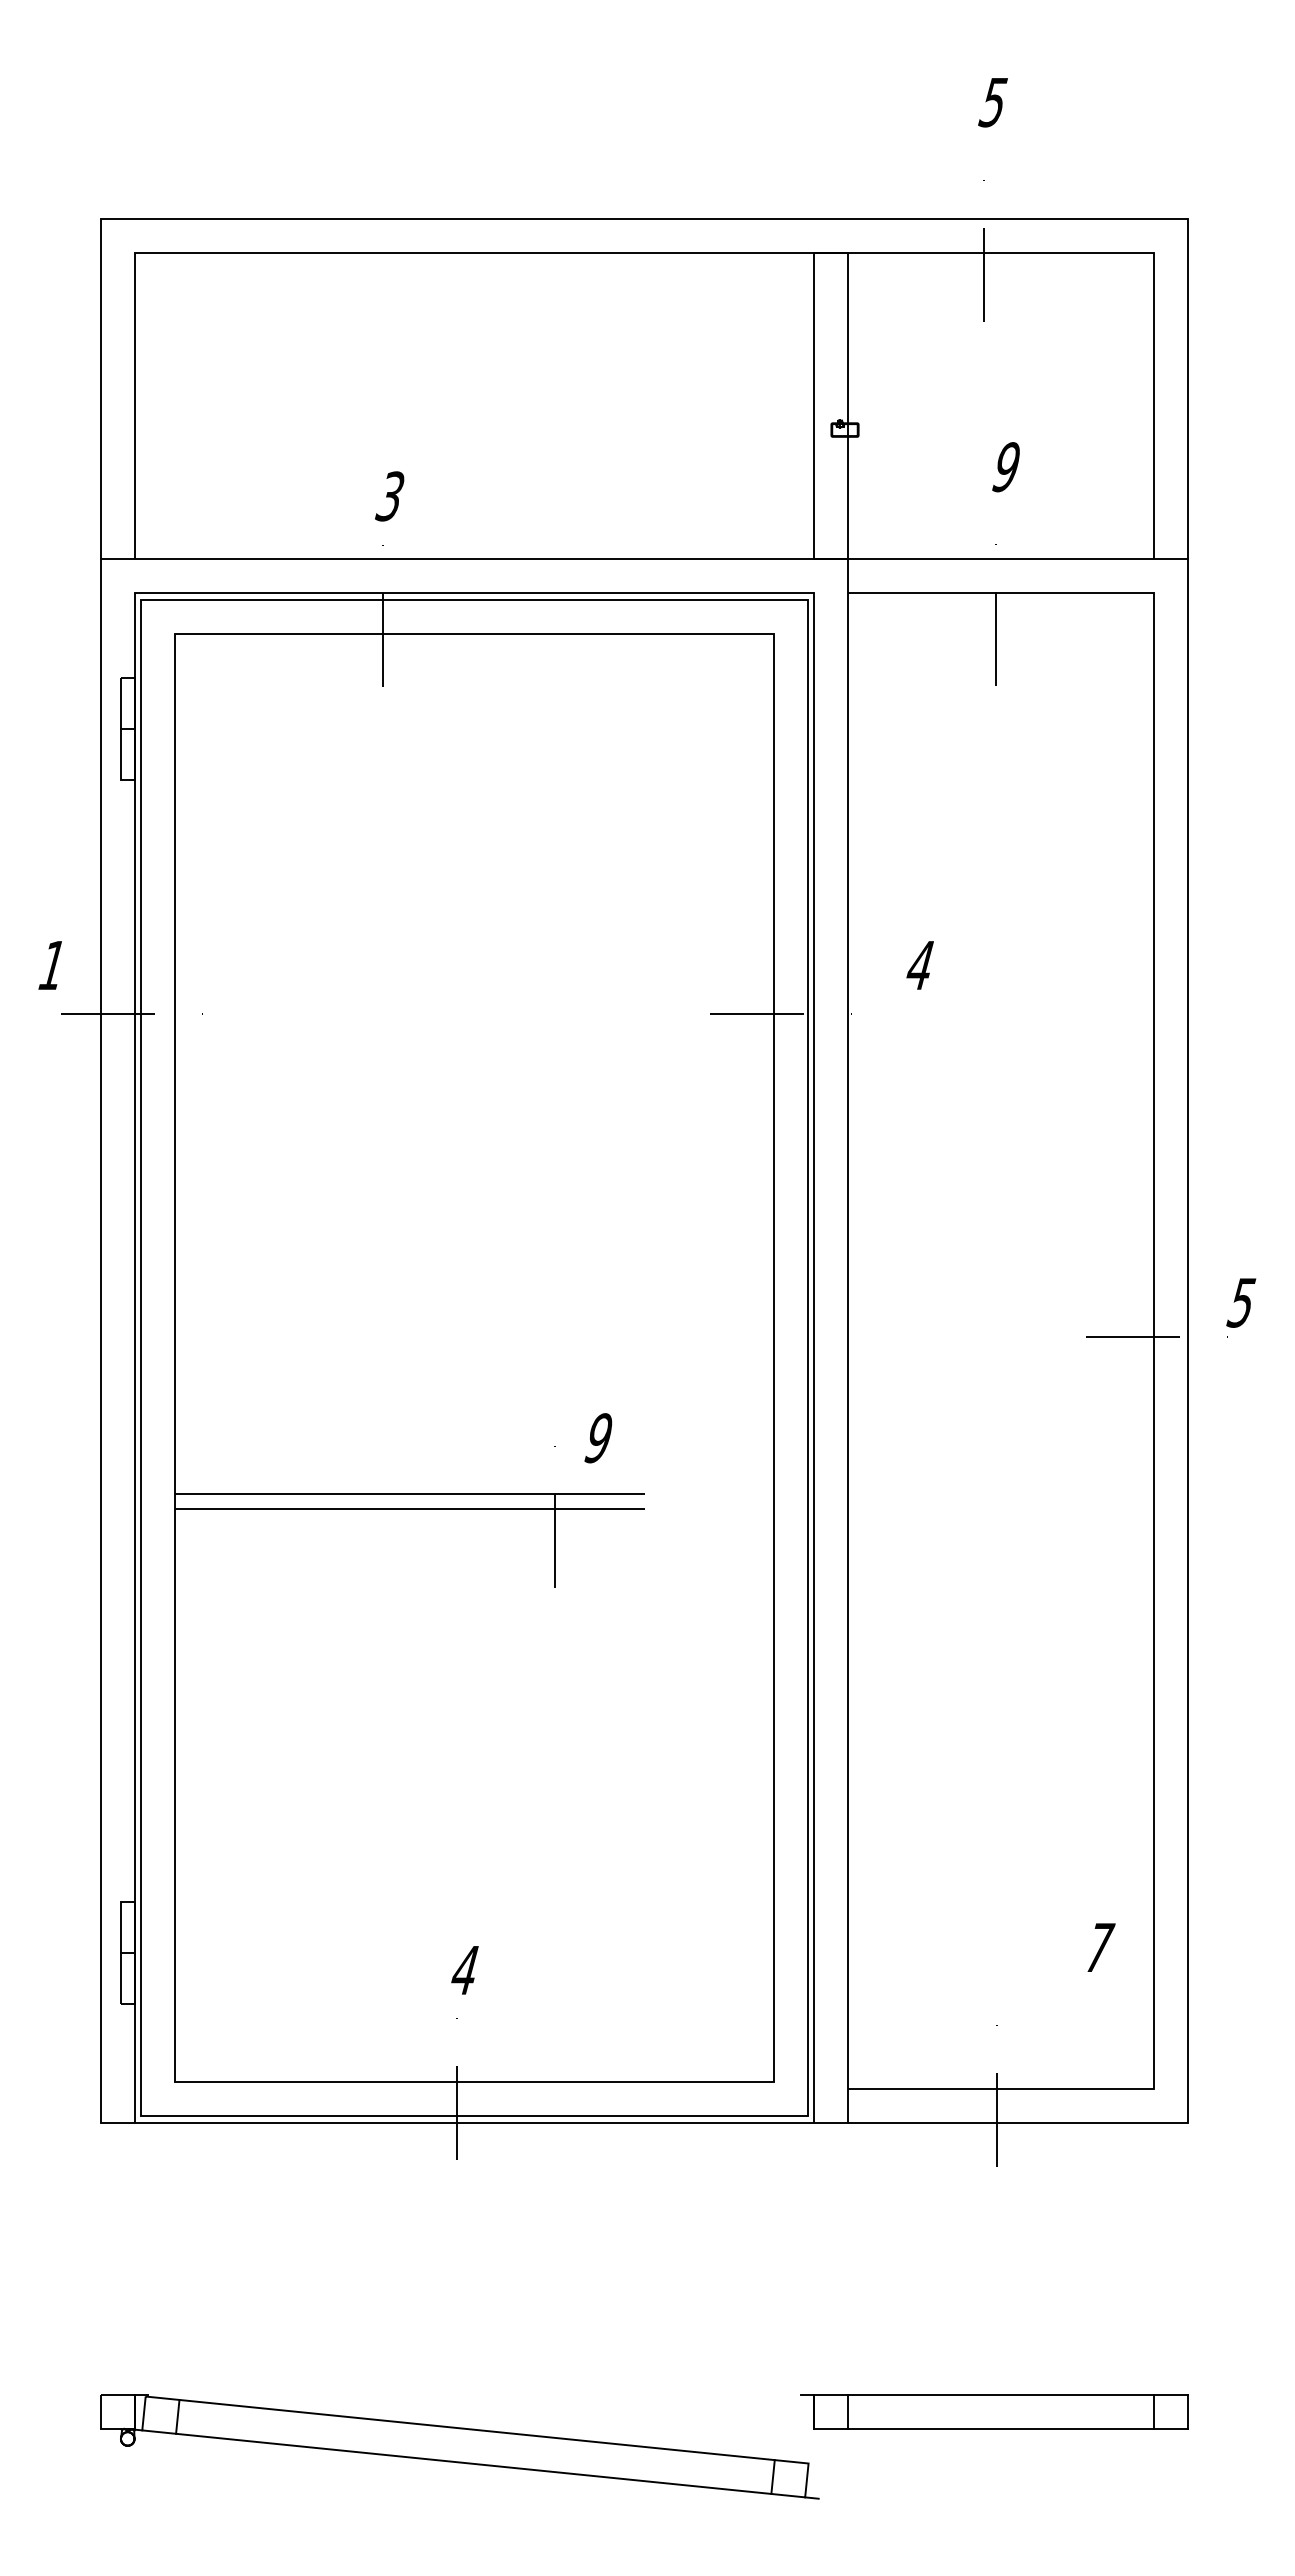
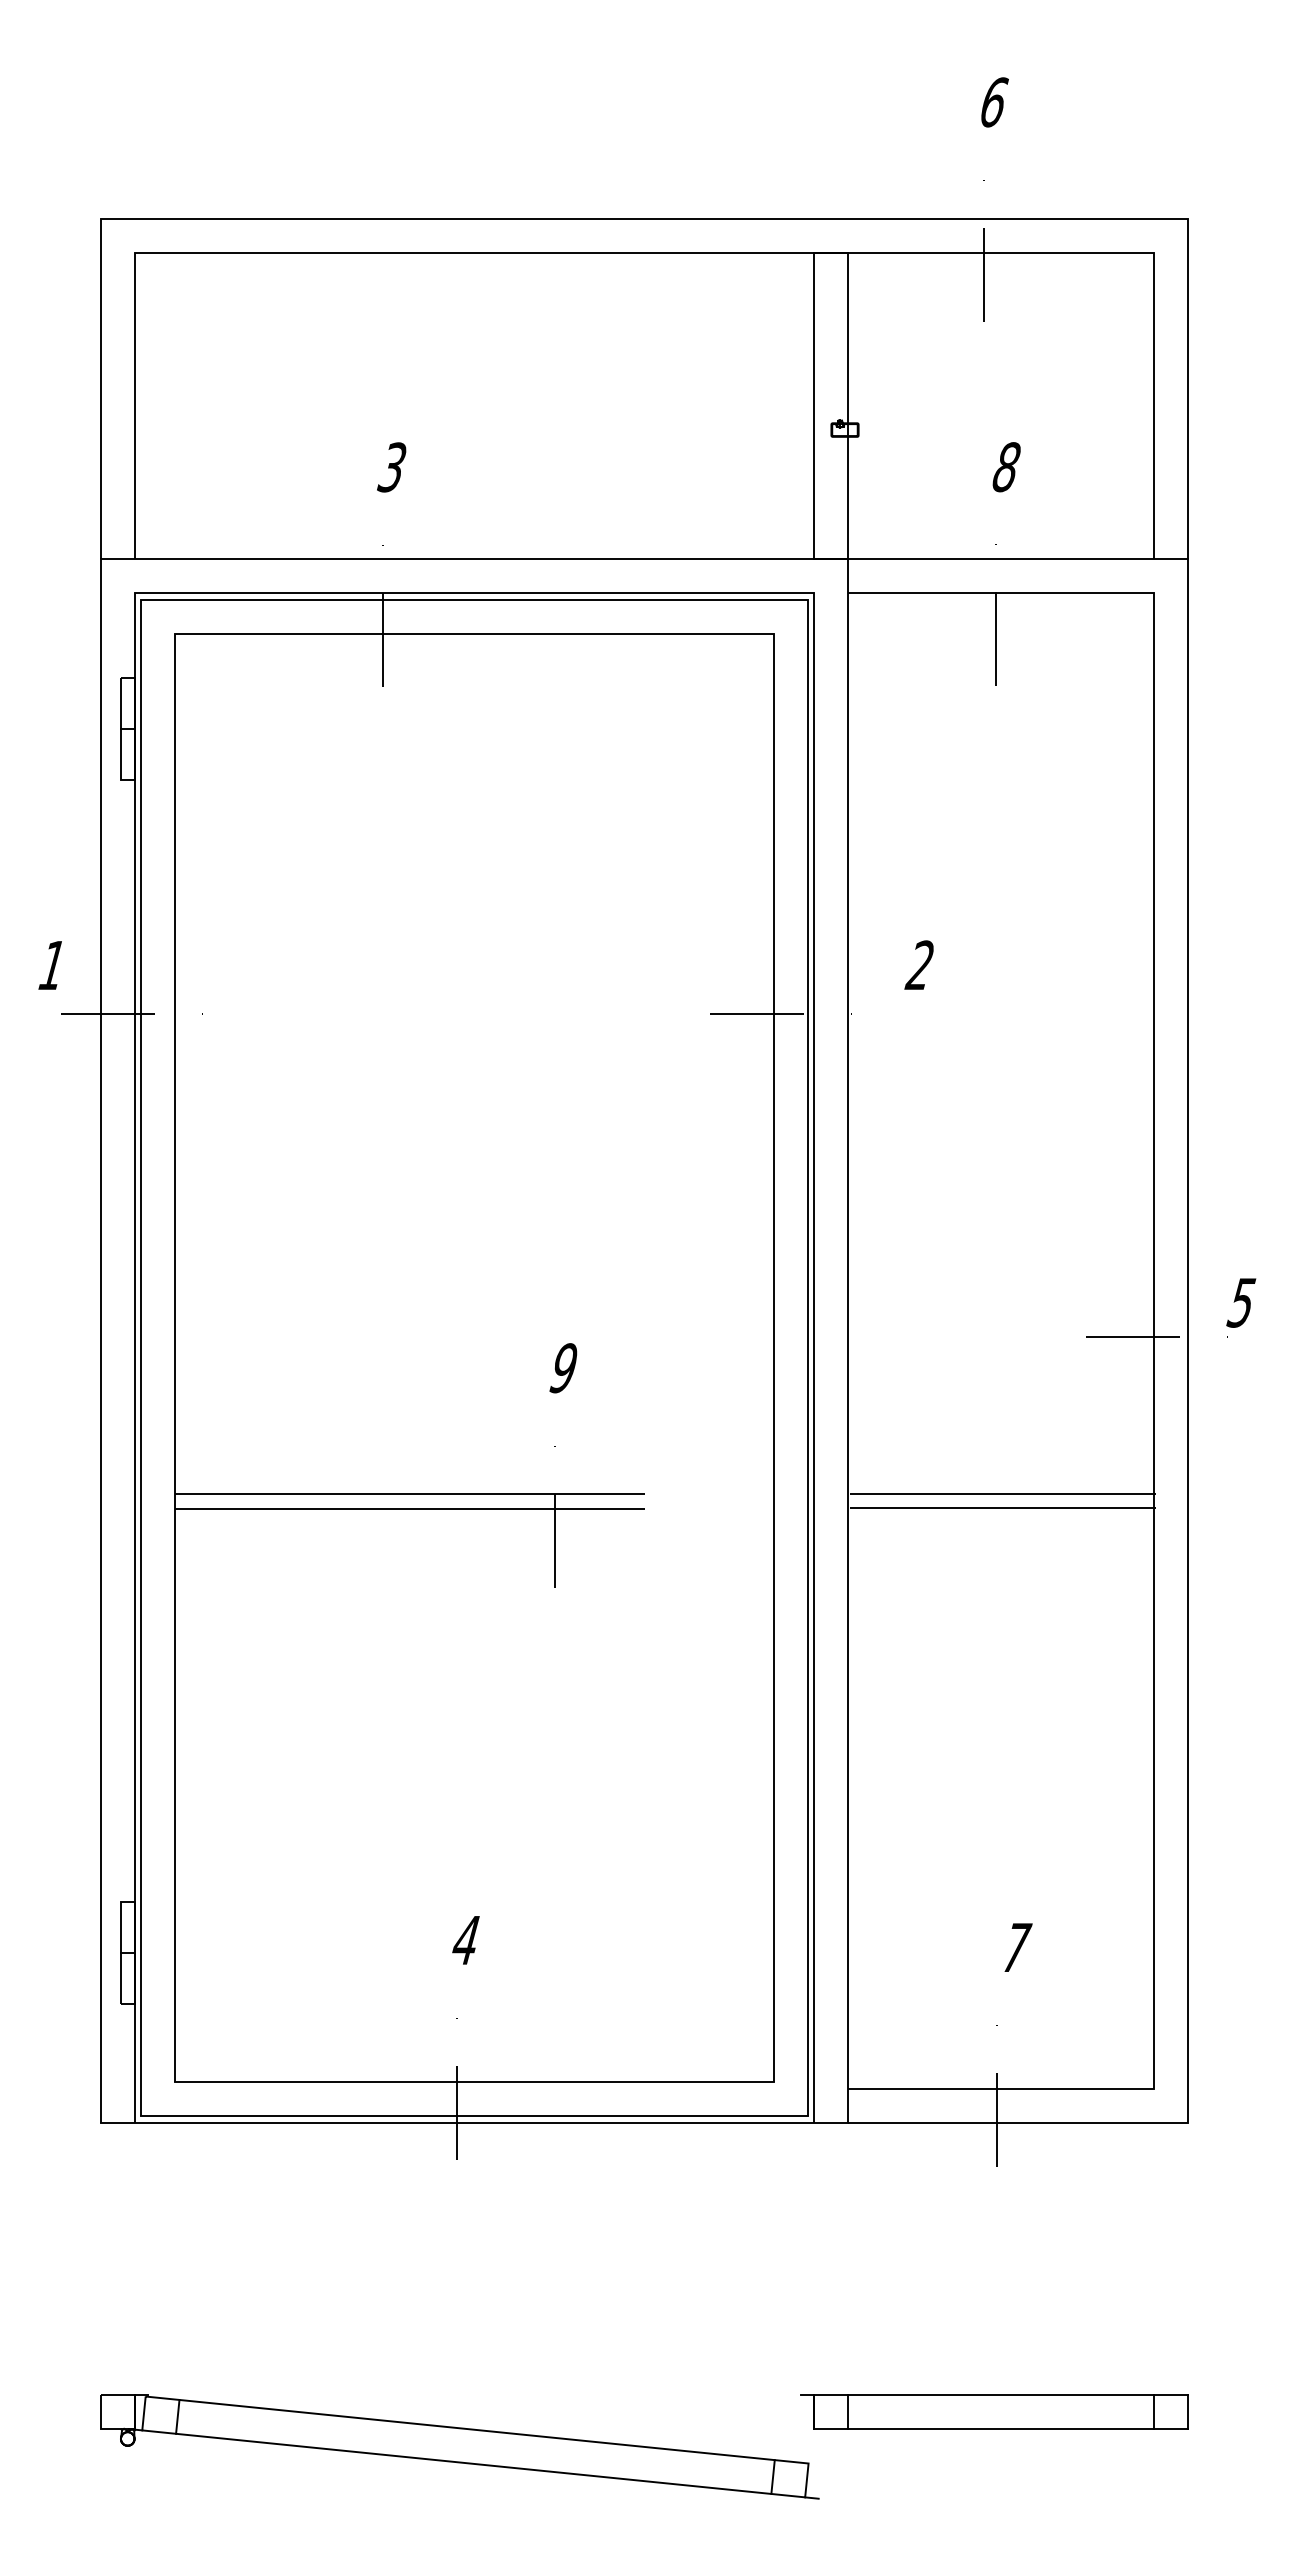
text at (993, 102): 5 -> 6
text at (1006, 467): 9 -> 8
text at (389, 496) position: (389, 496) -> (391, 467)
text at (918, 964): 4 -> 2
text at (598, 1438) position: (598, 1438) -> (563, 1368)
line at (1002, 1493): none -> present
line at (1002, 1508): none -> present
text at (1101, 1947) position: (1101, 1947) -> (1018, 1947)
text at (464, 1970) position: (464, 1970) -> (465, 1940)
